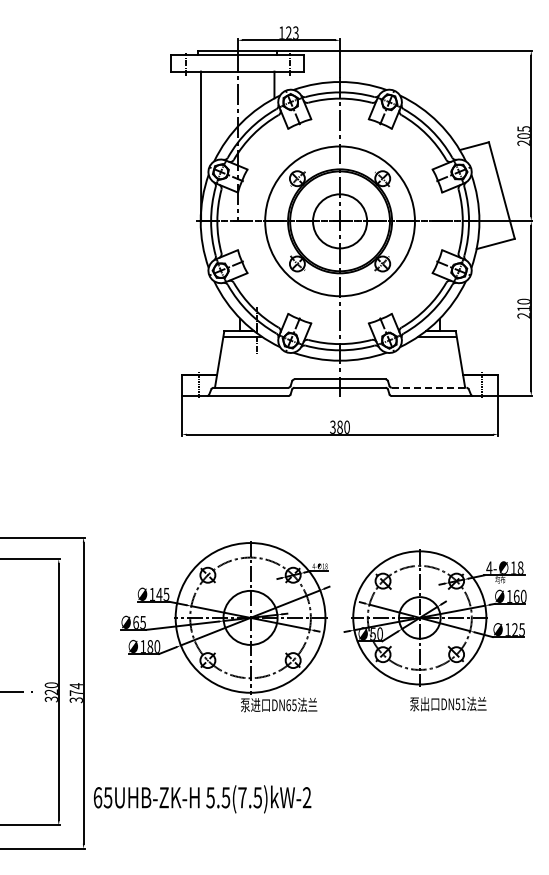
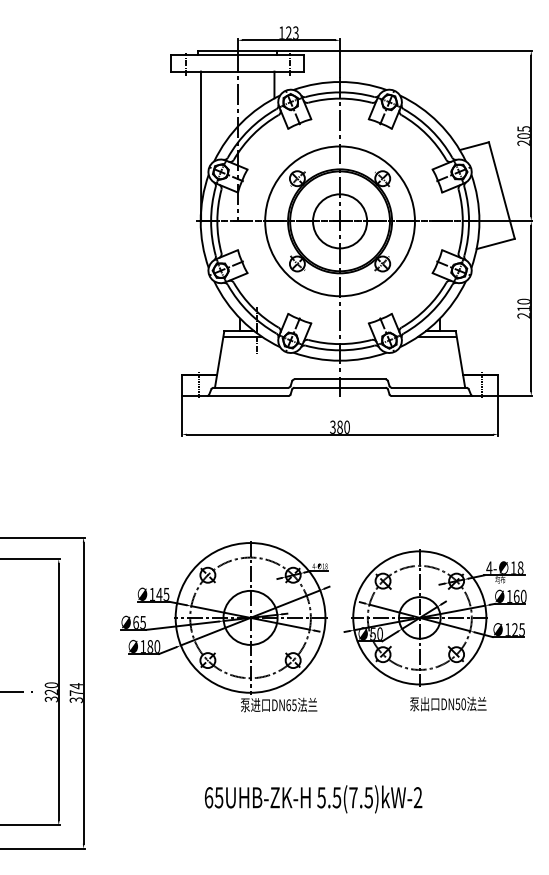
line at (429, 387): dashed -> solid
text at (463, 704): DN51 -> DN50
text at (202, 799) position: (202, 799) -> (313, 799)
